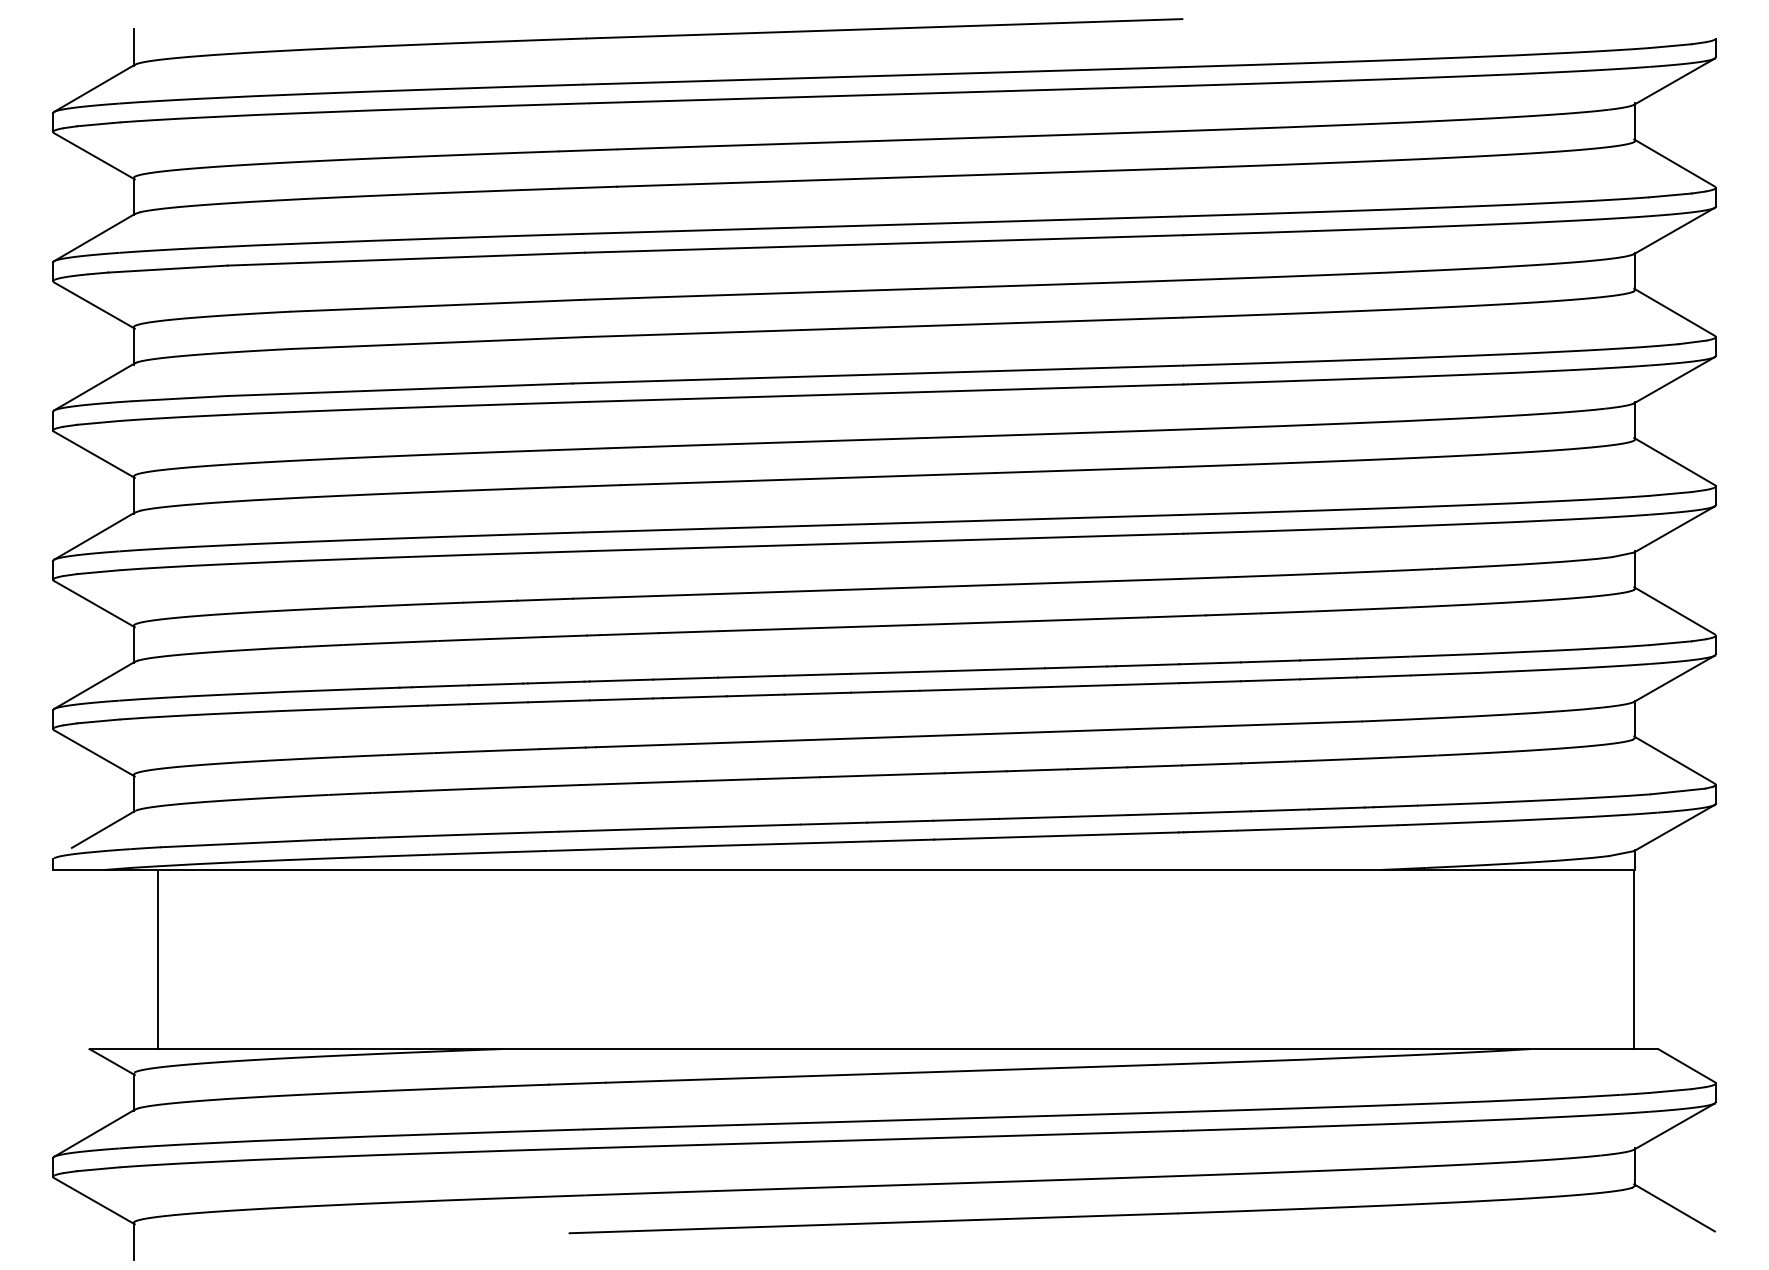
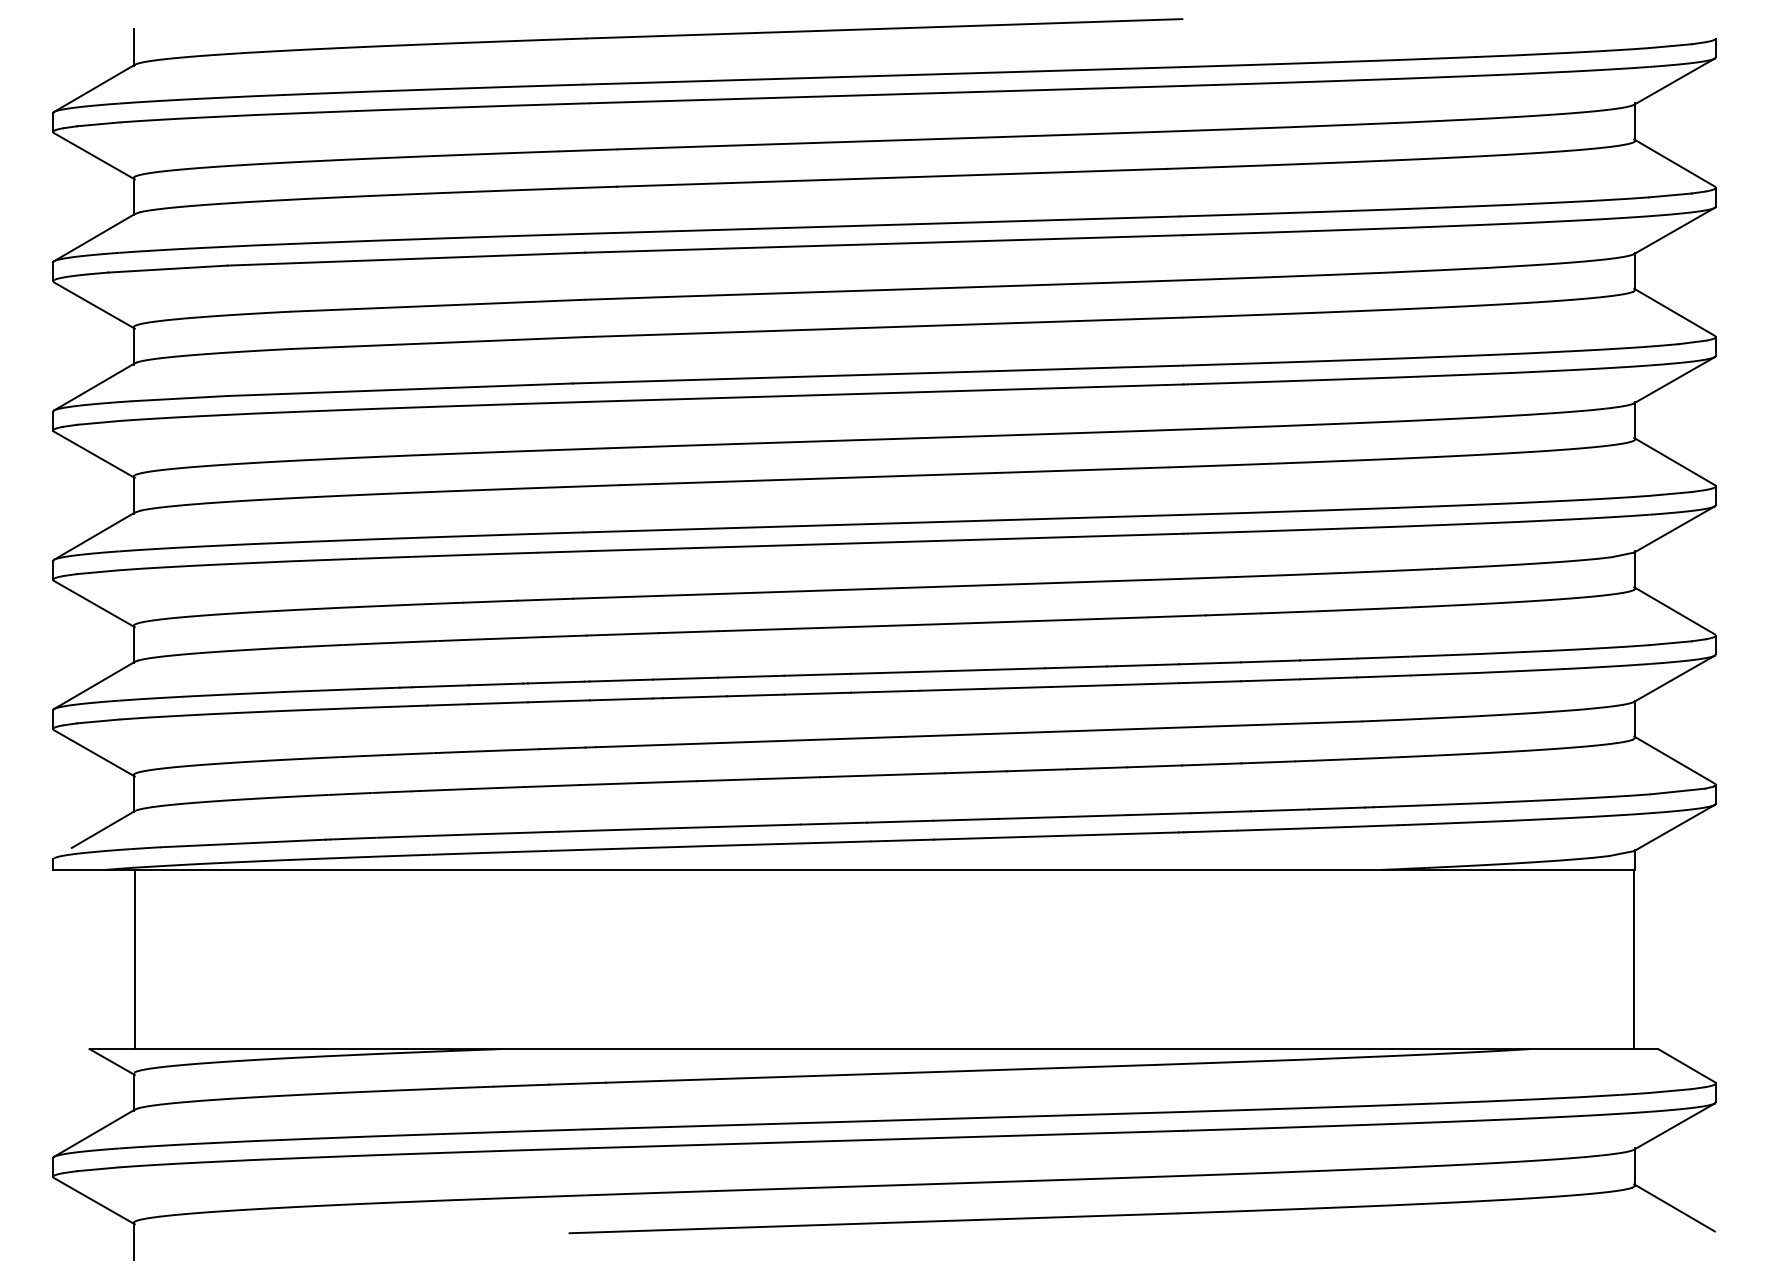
line at (158, 959) position: (158, 959) -> (135, 959)
